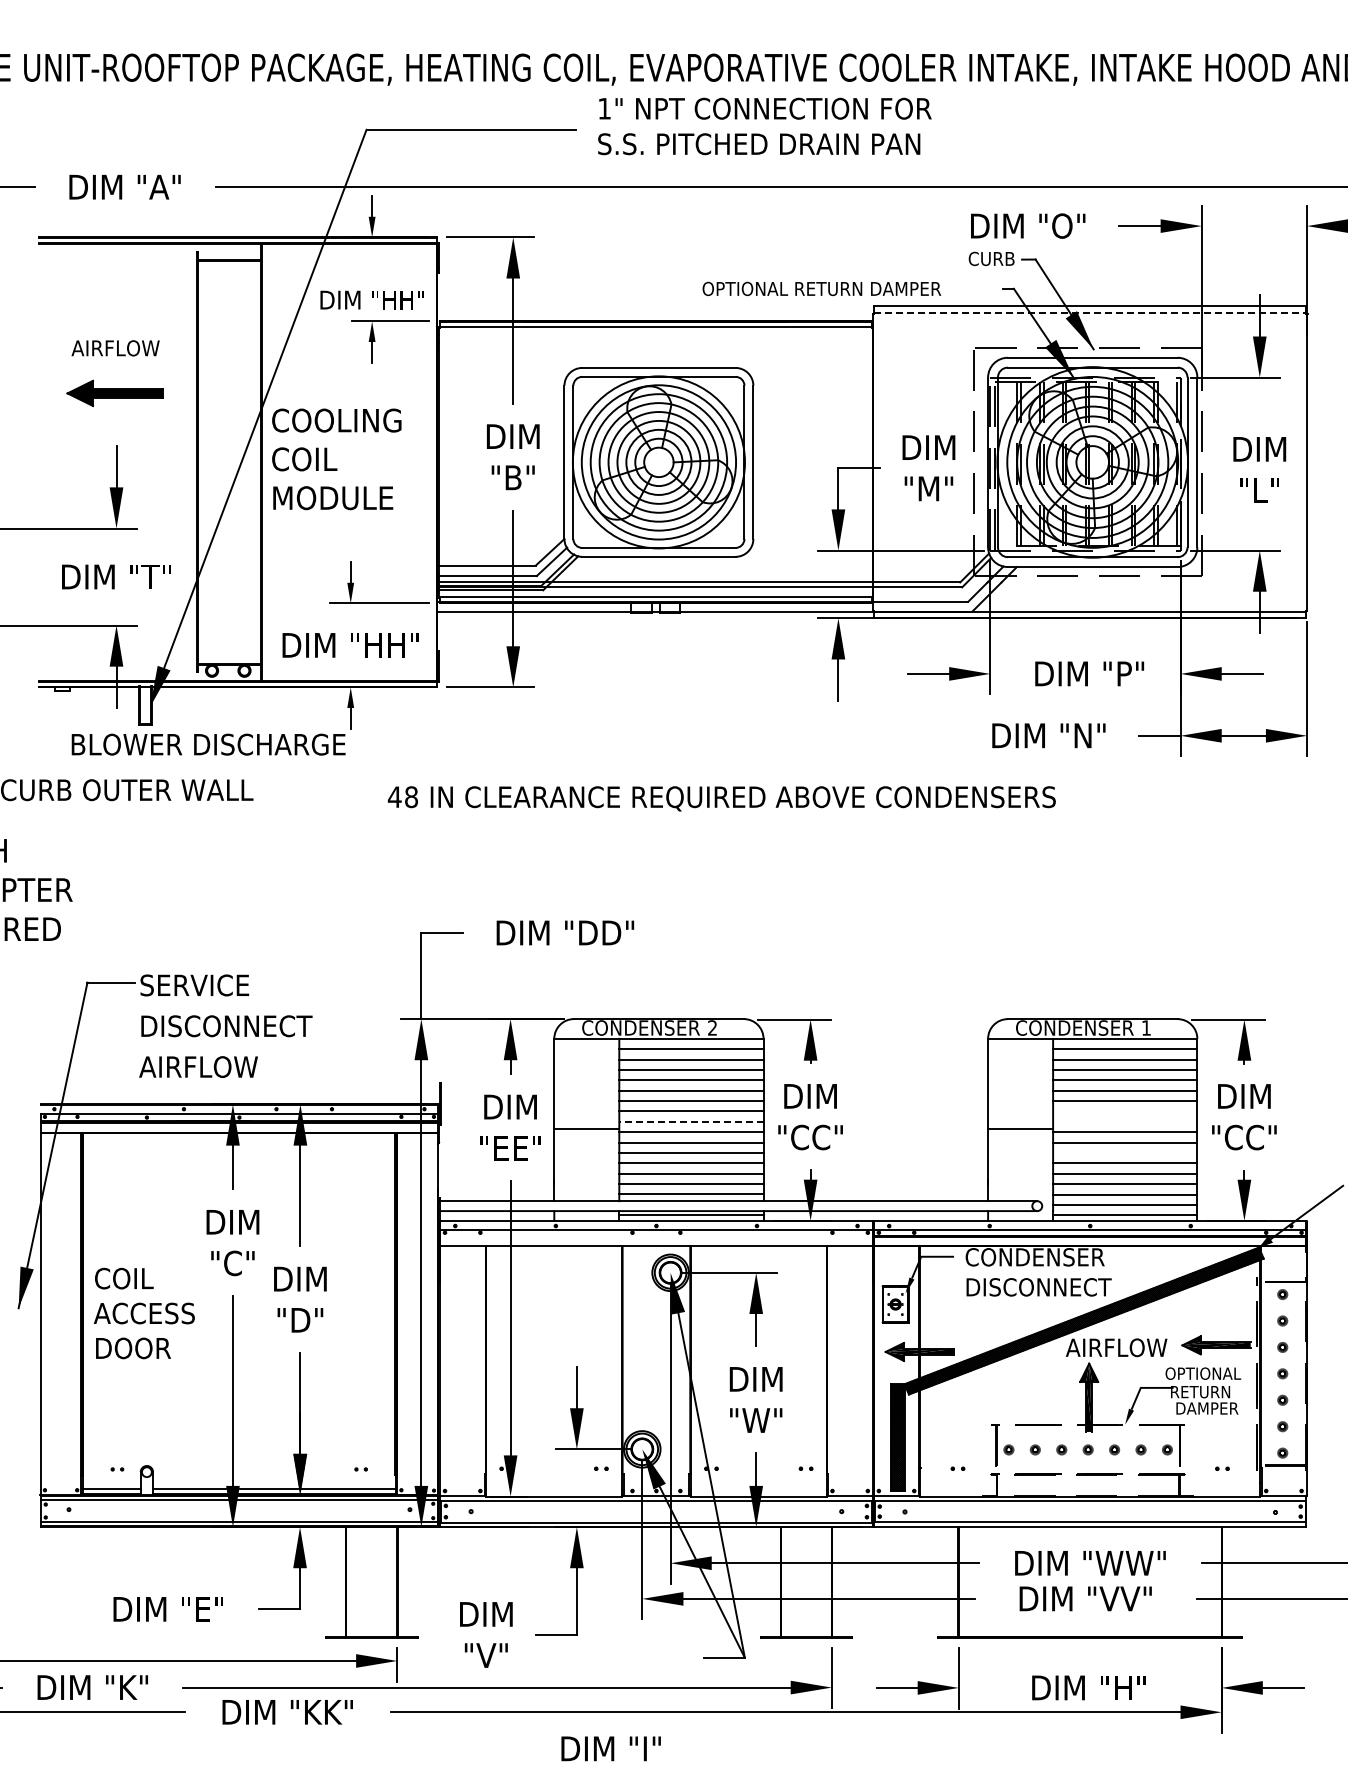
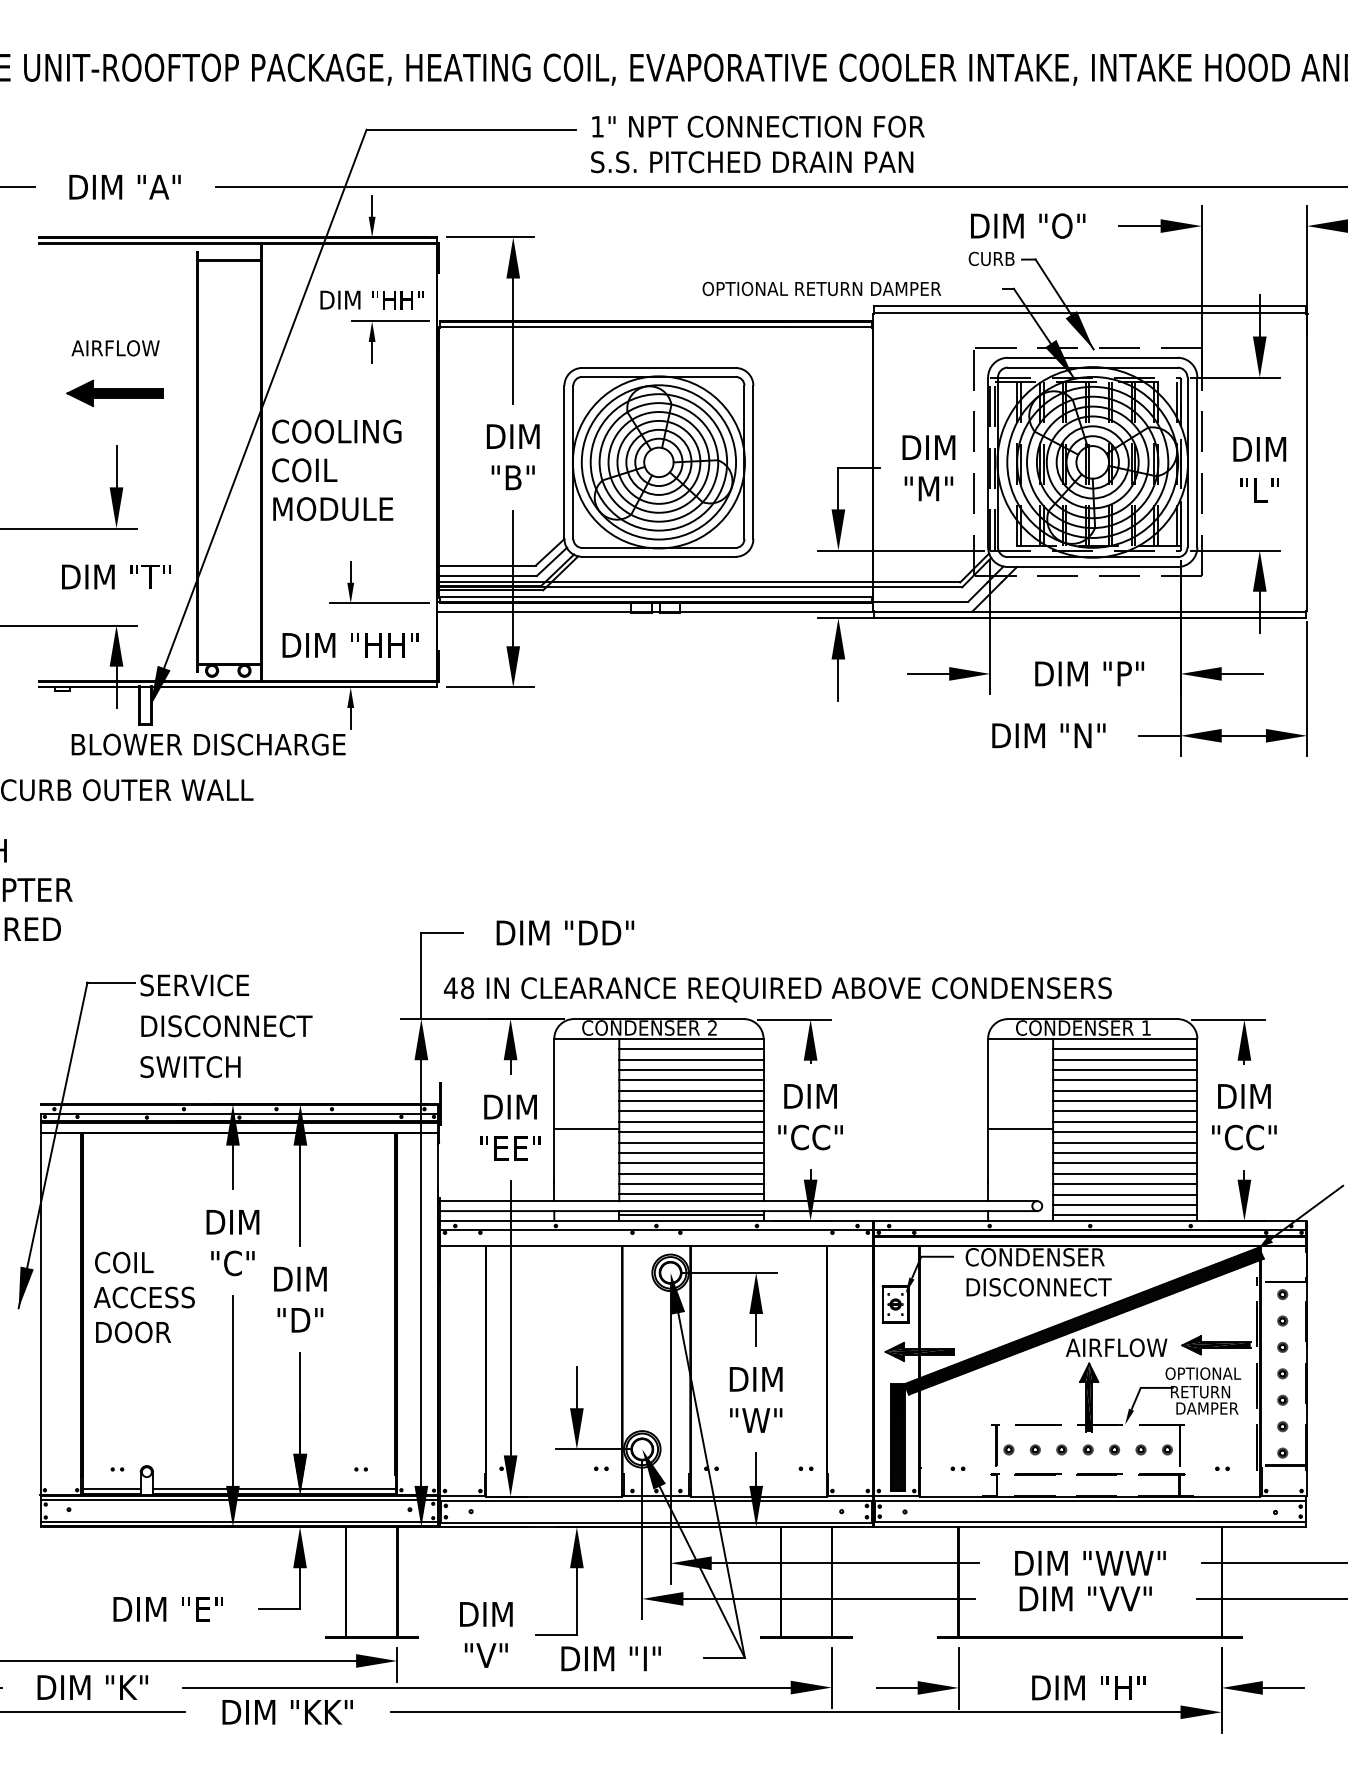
text at (764, 126) position: (764, 126) -> (757, 144)
line at (1090, 313): dashed -> solid
text at (336, 459) position: (336, 459) -> (336, 470)
text at (721, 798) position: (721, 798) -> (777, 989)
text at (198, 1067): AIRFLOW -> SWITCH
line at (1125, 1111): none -> present
line at (690, 1121): dashed -> solid
line at (1125, 1121): none -> present
line at (1125, 1153): none -> present
text at (143, 1313) position: (143, 1313) -> (143, 1297)
text at (610, 1748) position: (610, 1748) -> (610, 1658)
